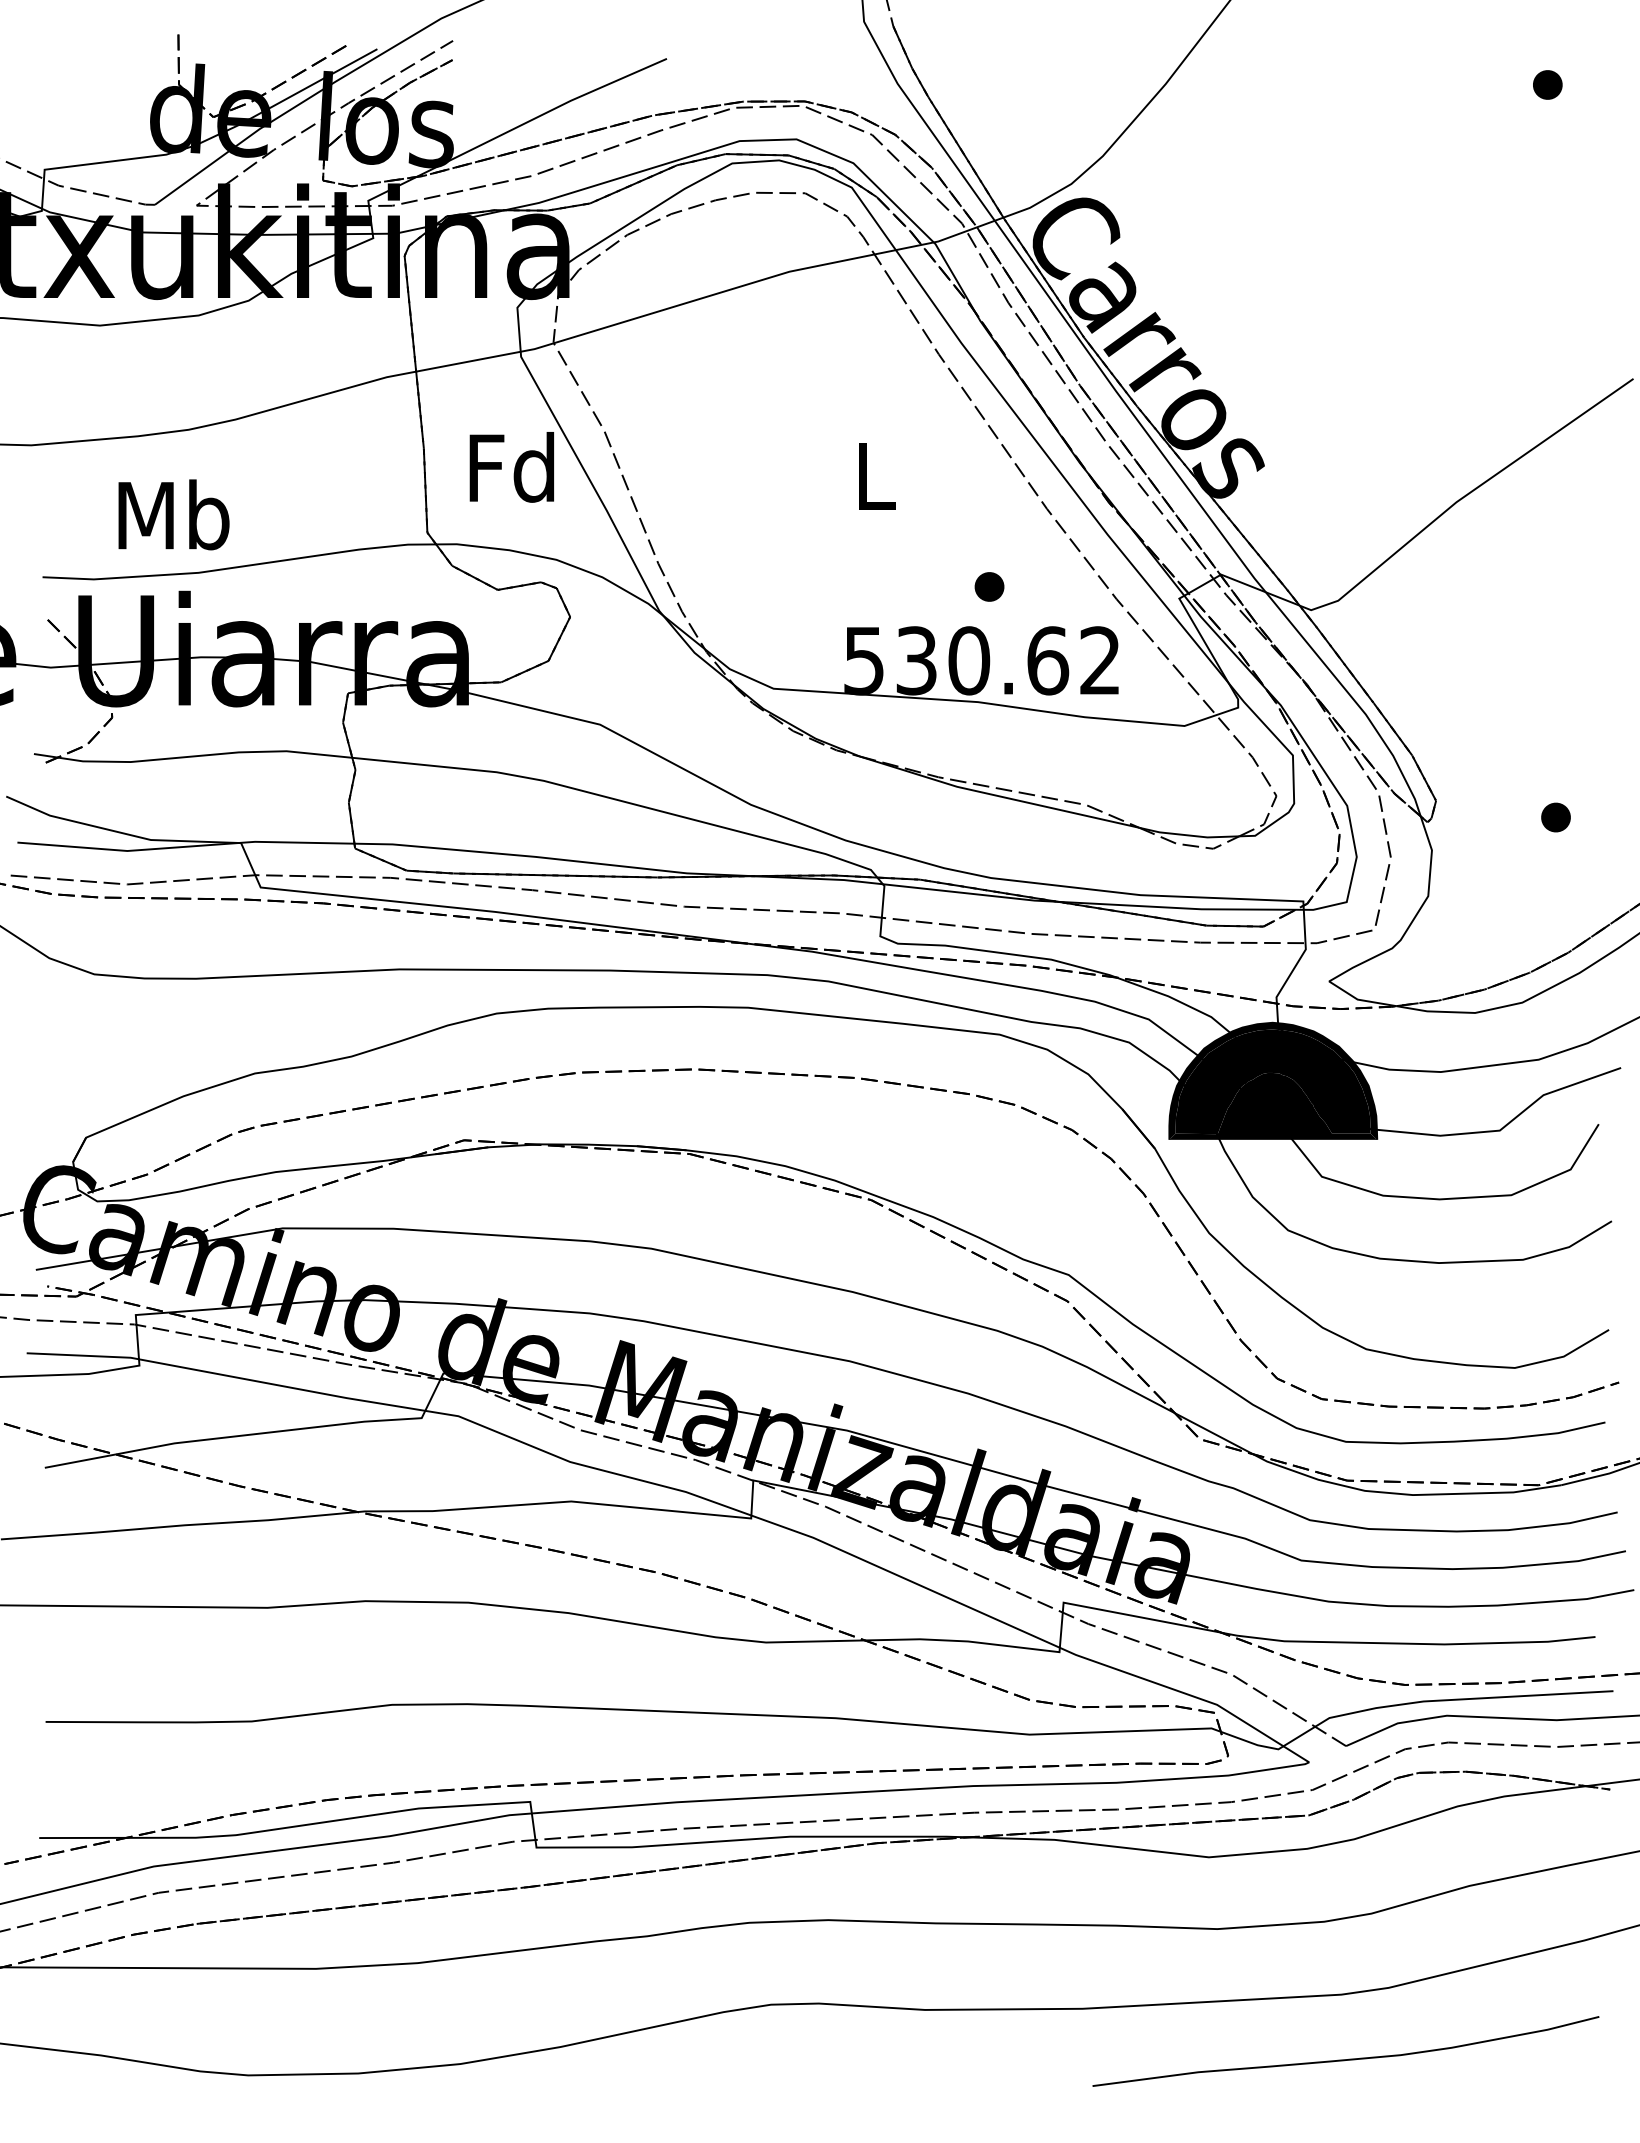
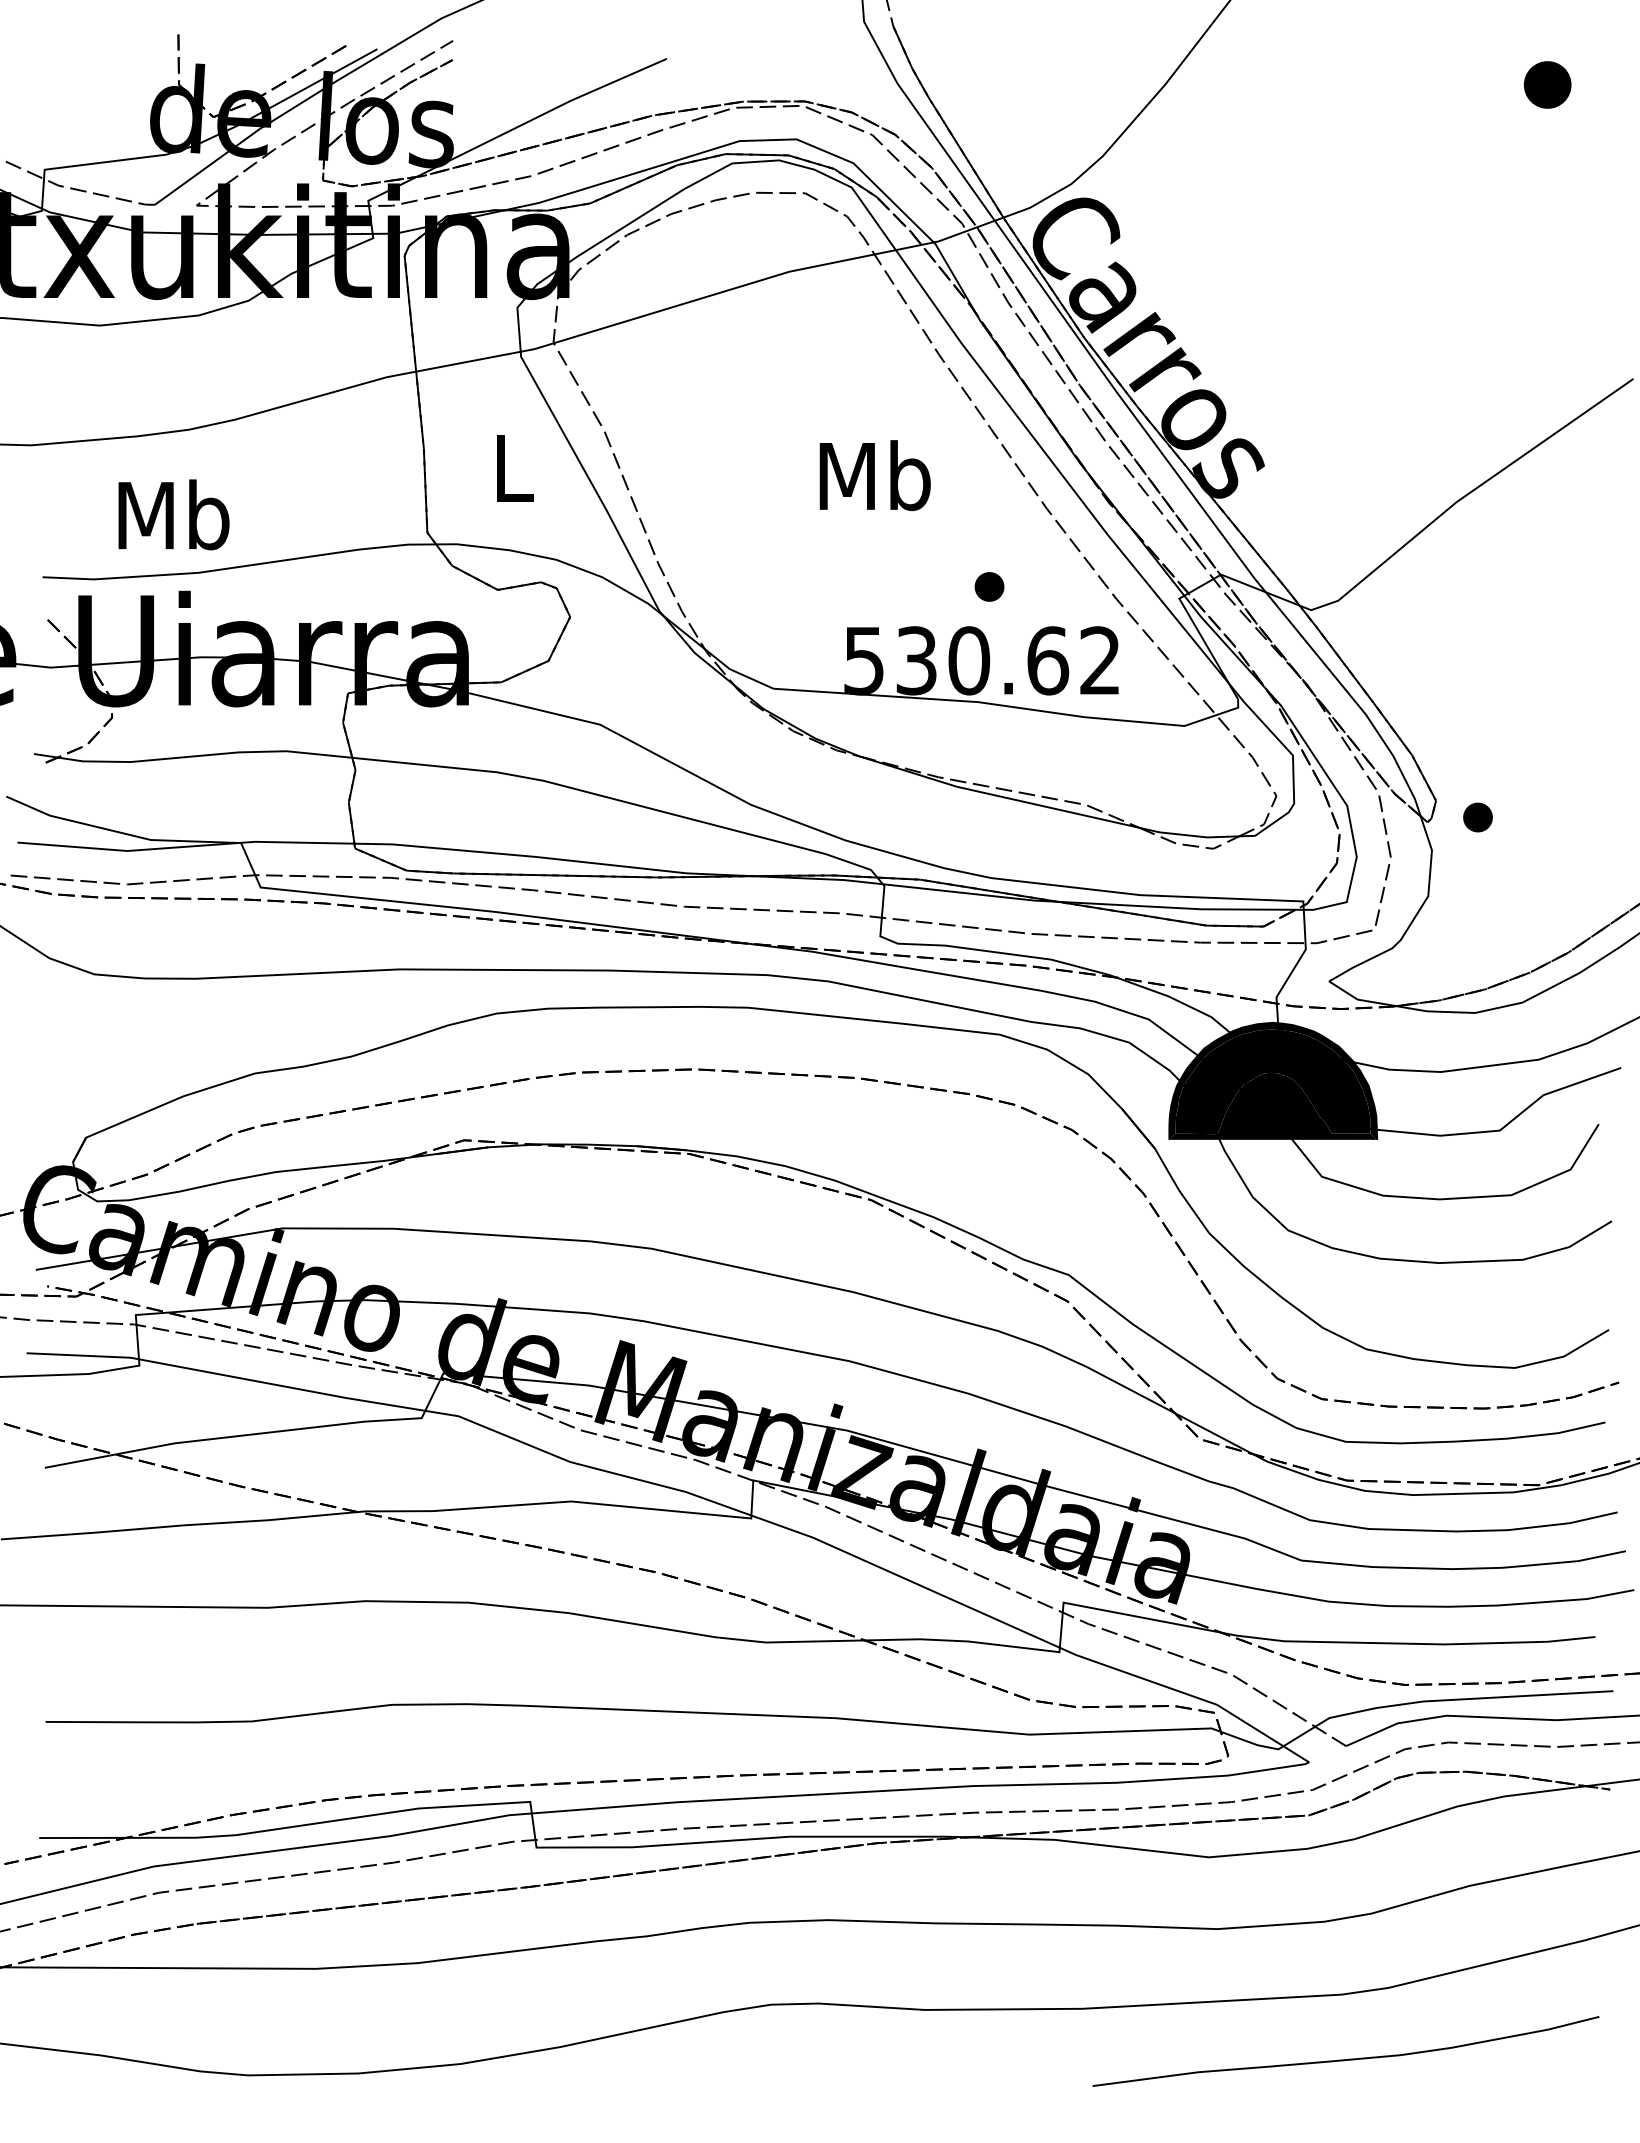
part at (1547, 84) size: 30x30 px -> 48x48 px
text at (511, 467): Fd -> L
text at (874, 475): L -> Mb
part at (1555, 817) position: (1555, 817) -> (1477, 817)
